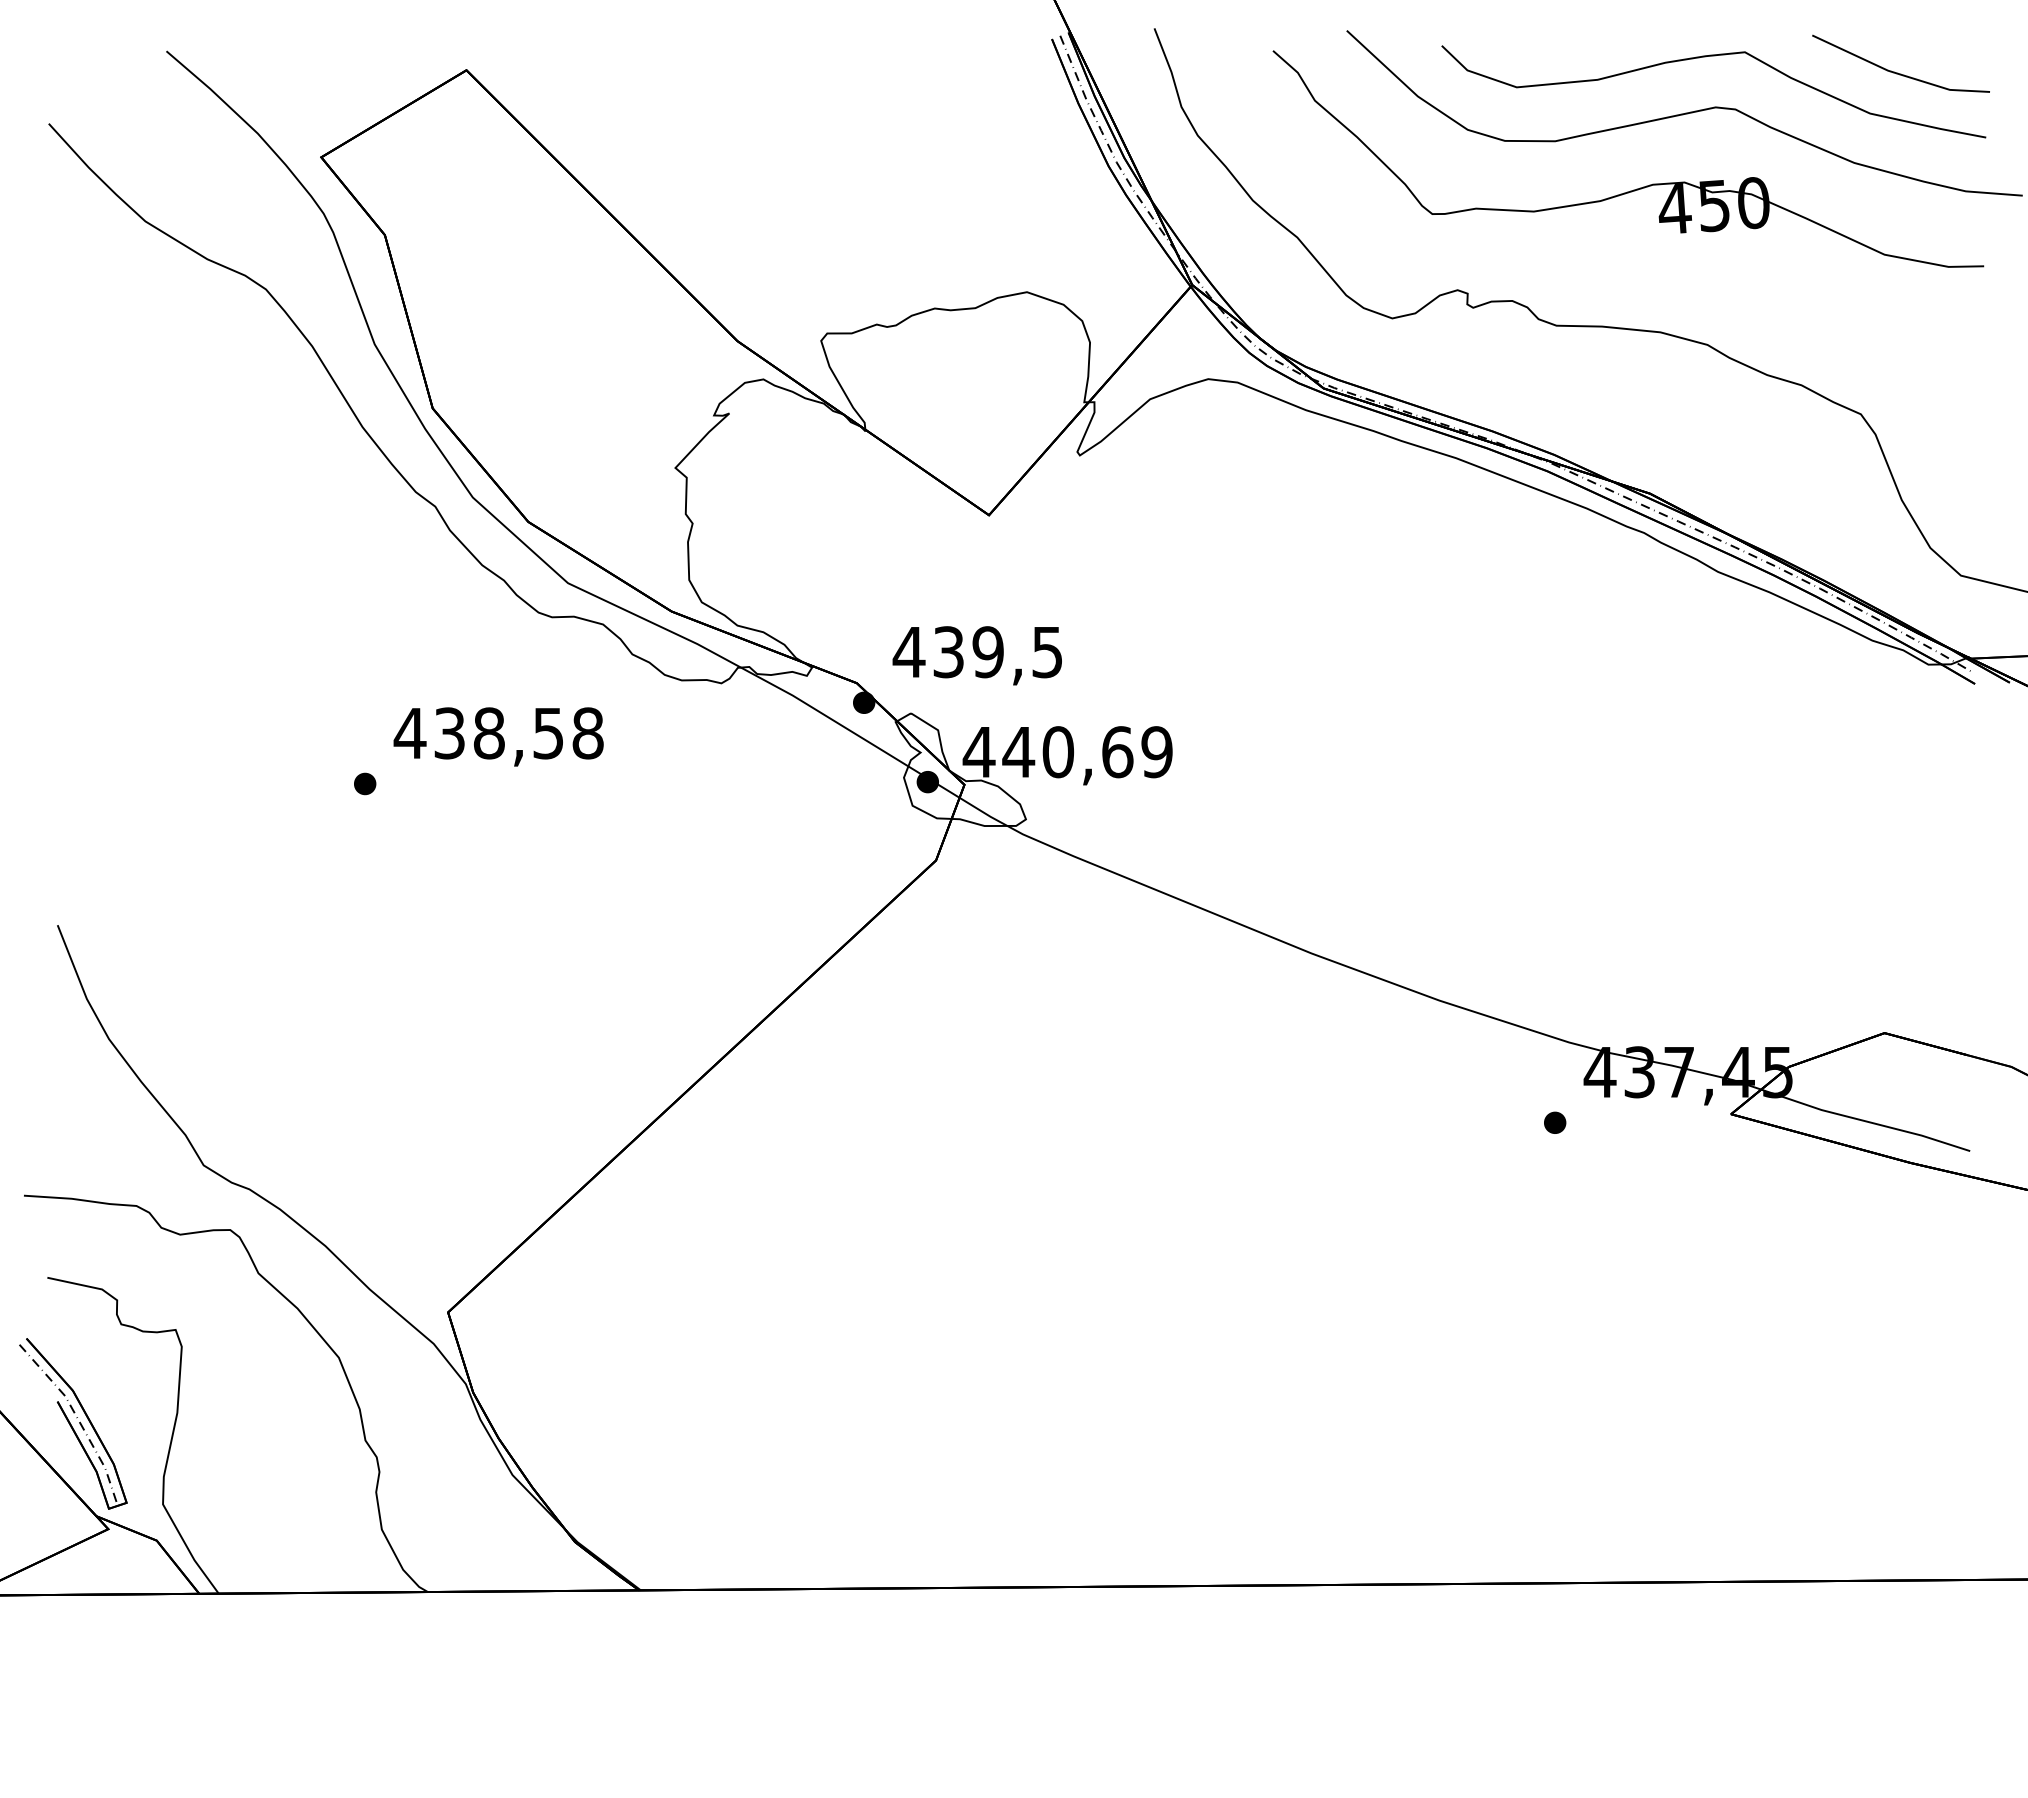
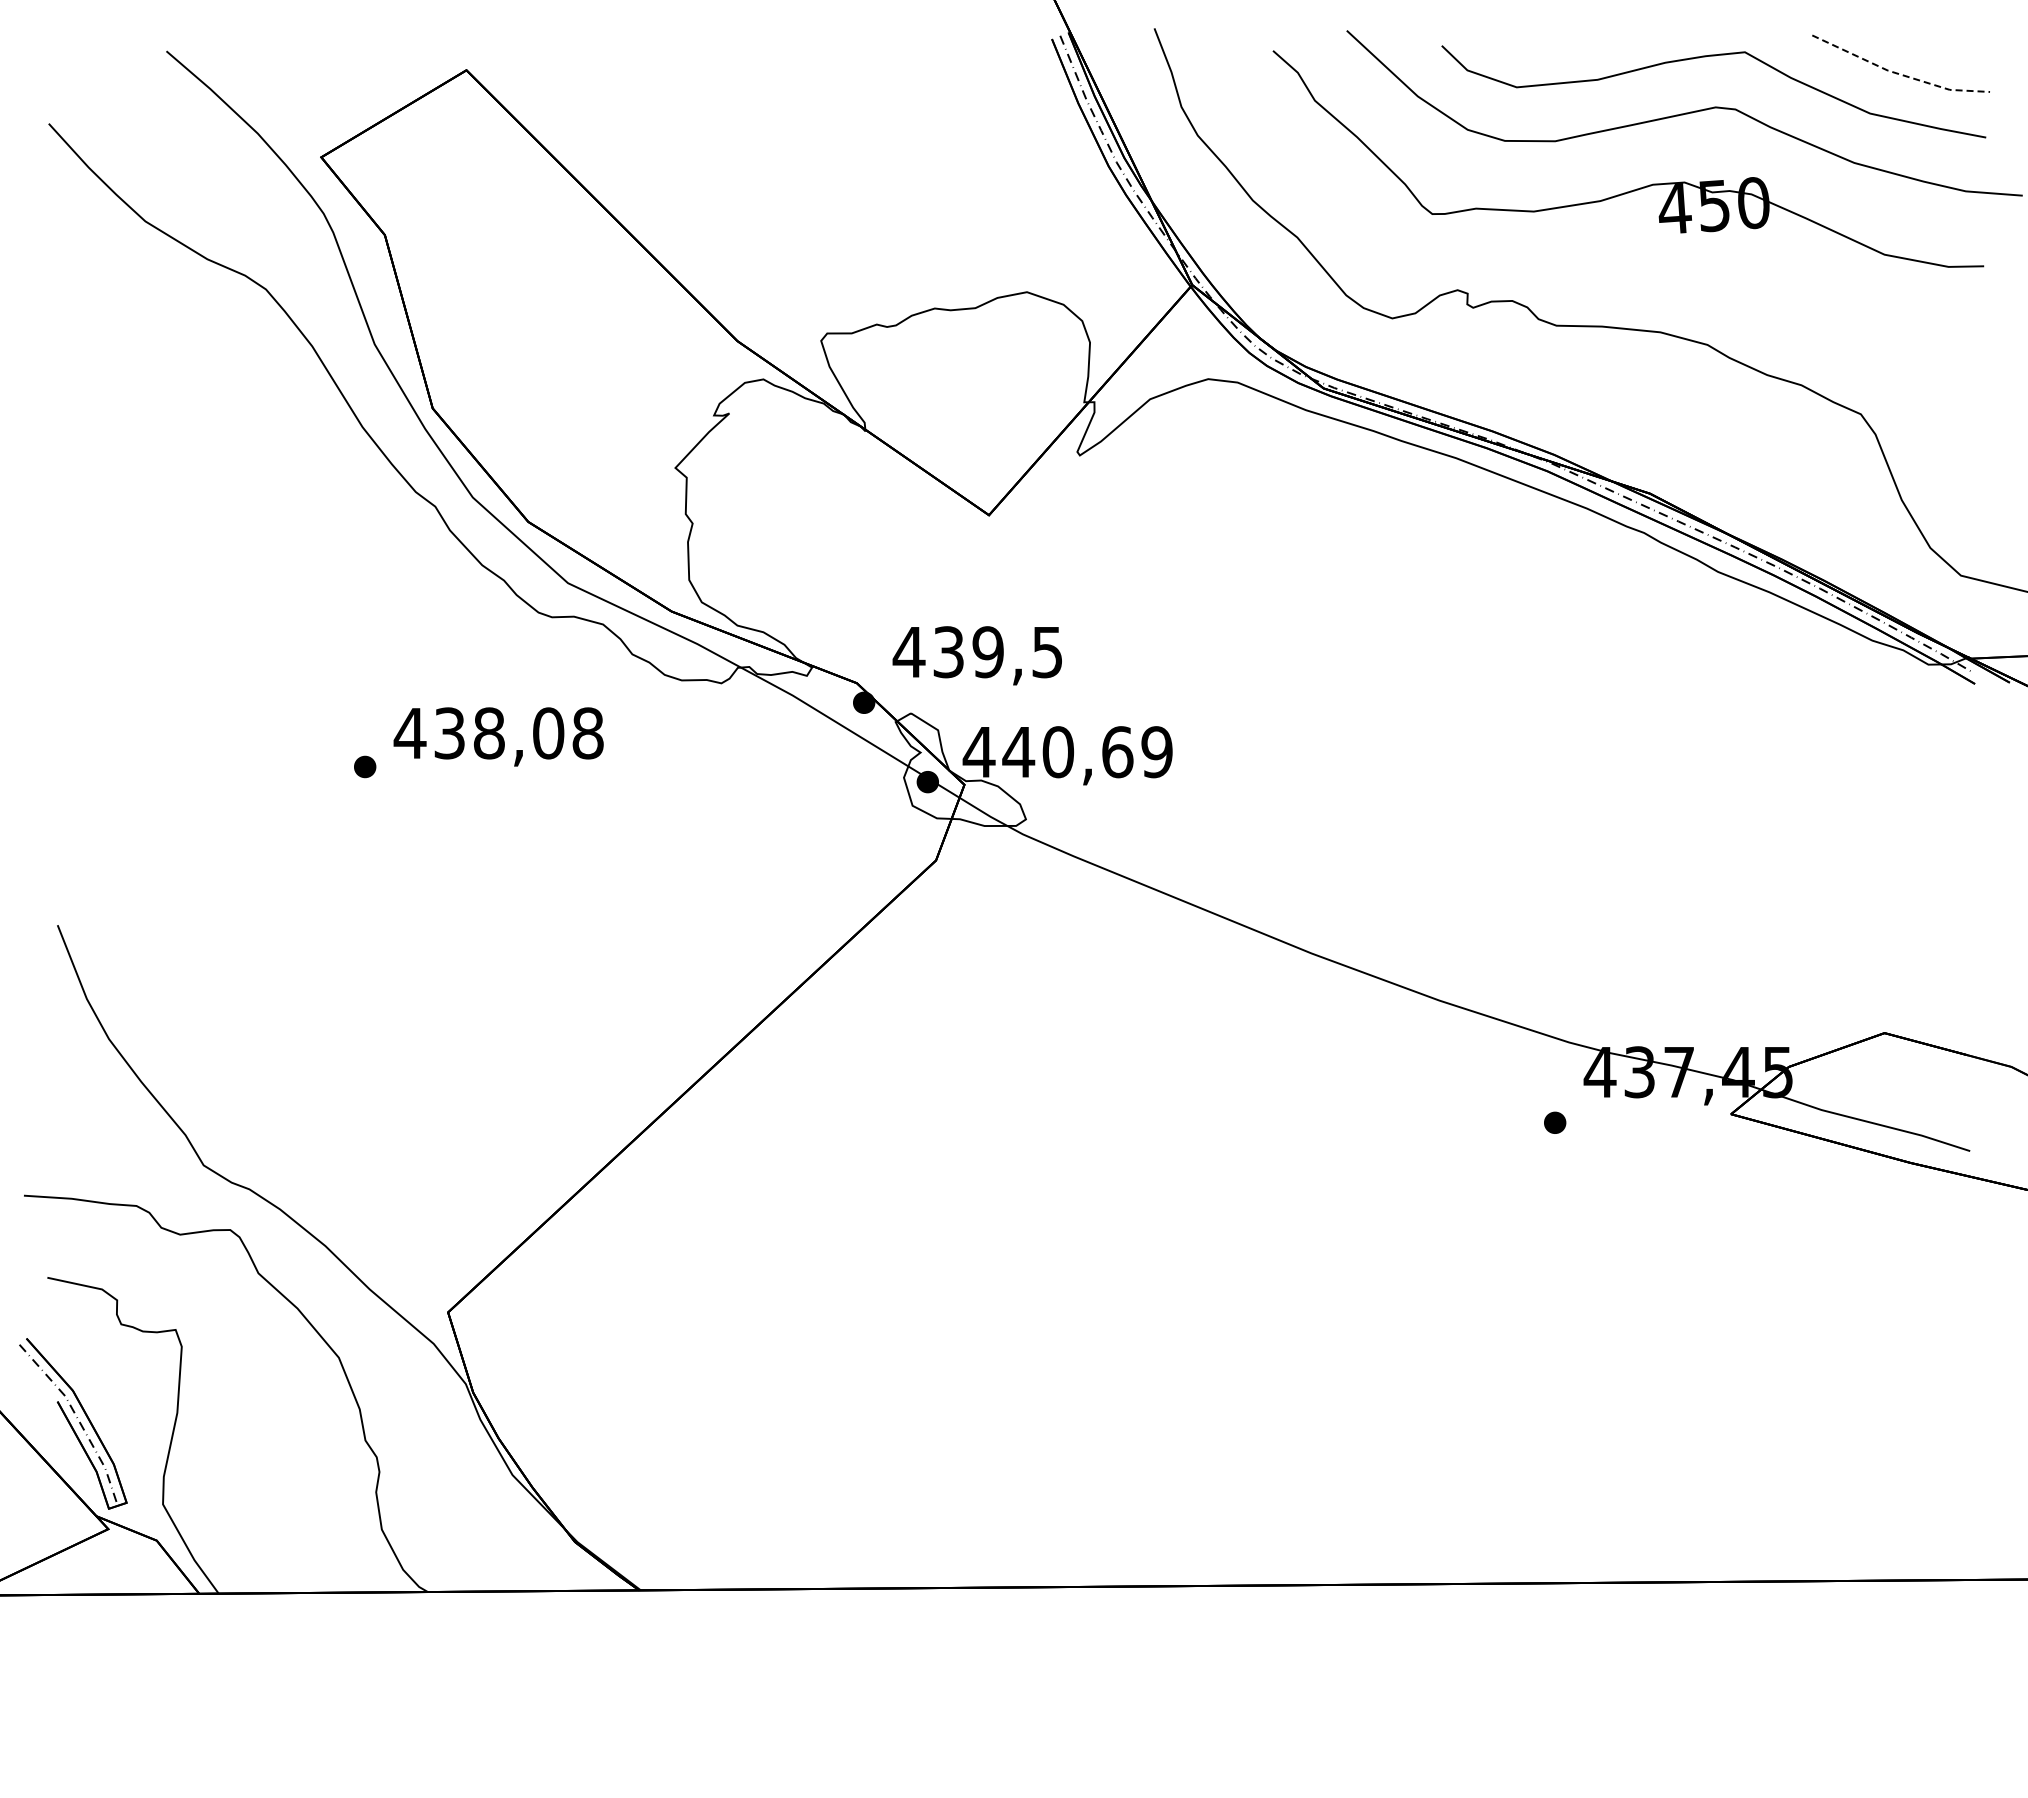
line at (1898, 73): solid -> dashed
text at (548, 733): 438,58 -> 438,08
part at (365, 783) position: (365, 783) -> (365, 766)
